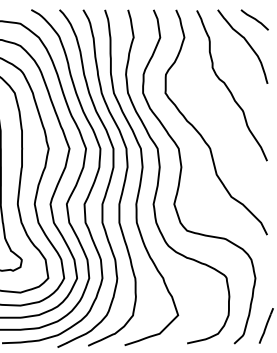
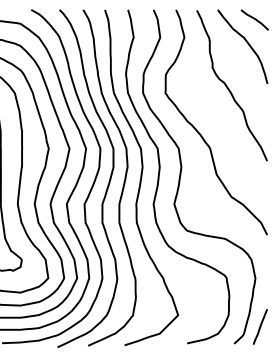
line at (265, 325) position: (265, 325) -> (259, 326)
